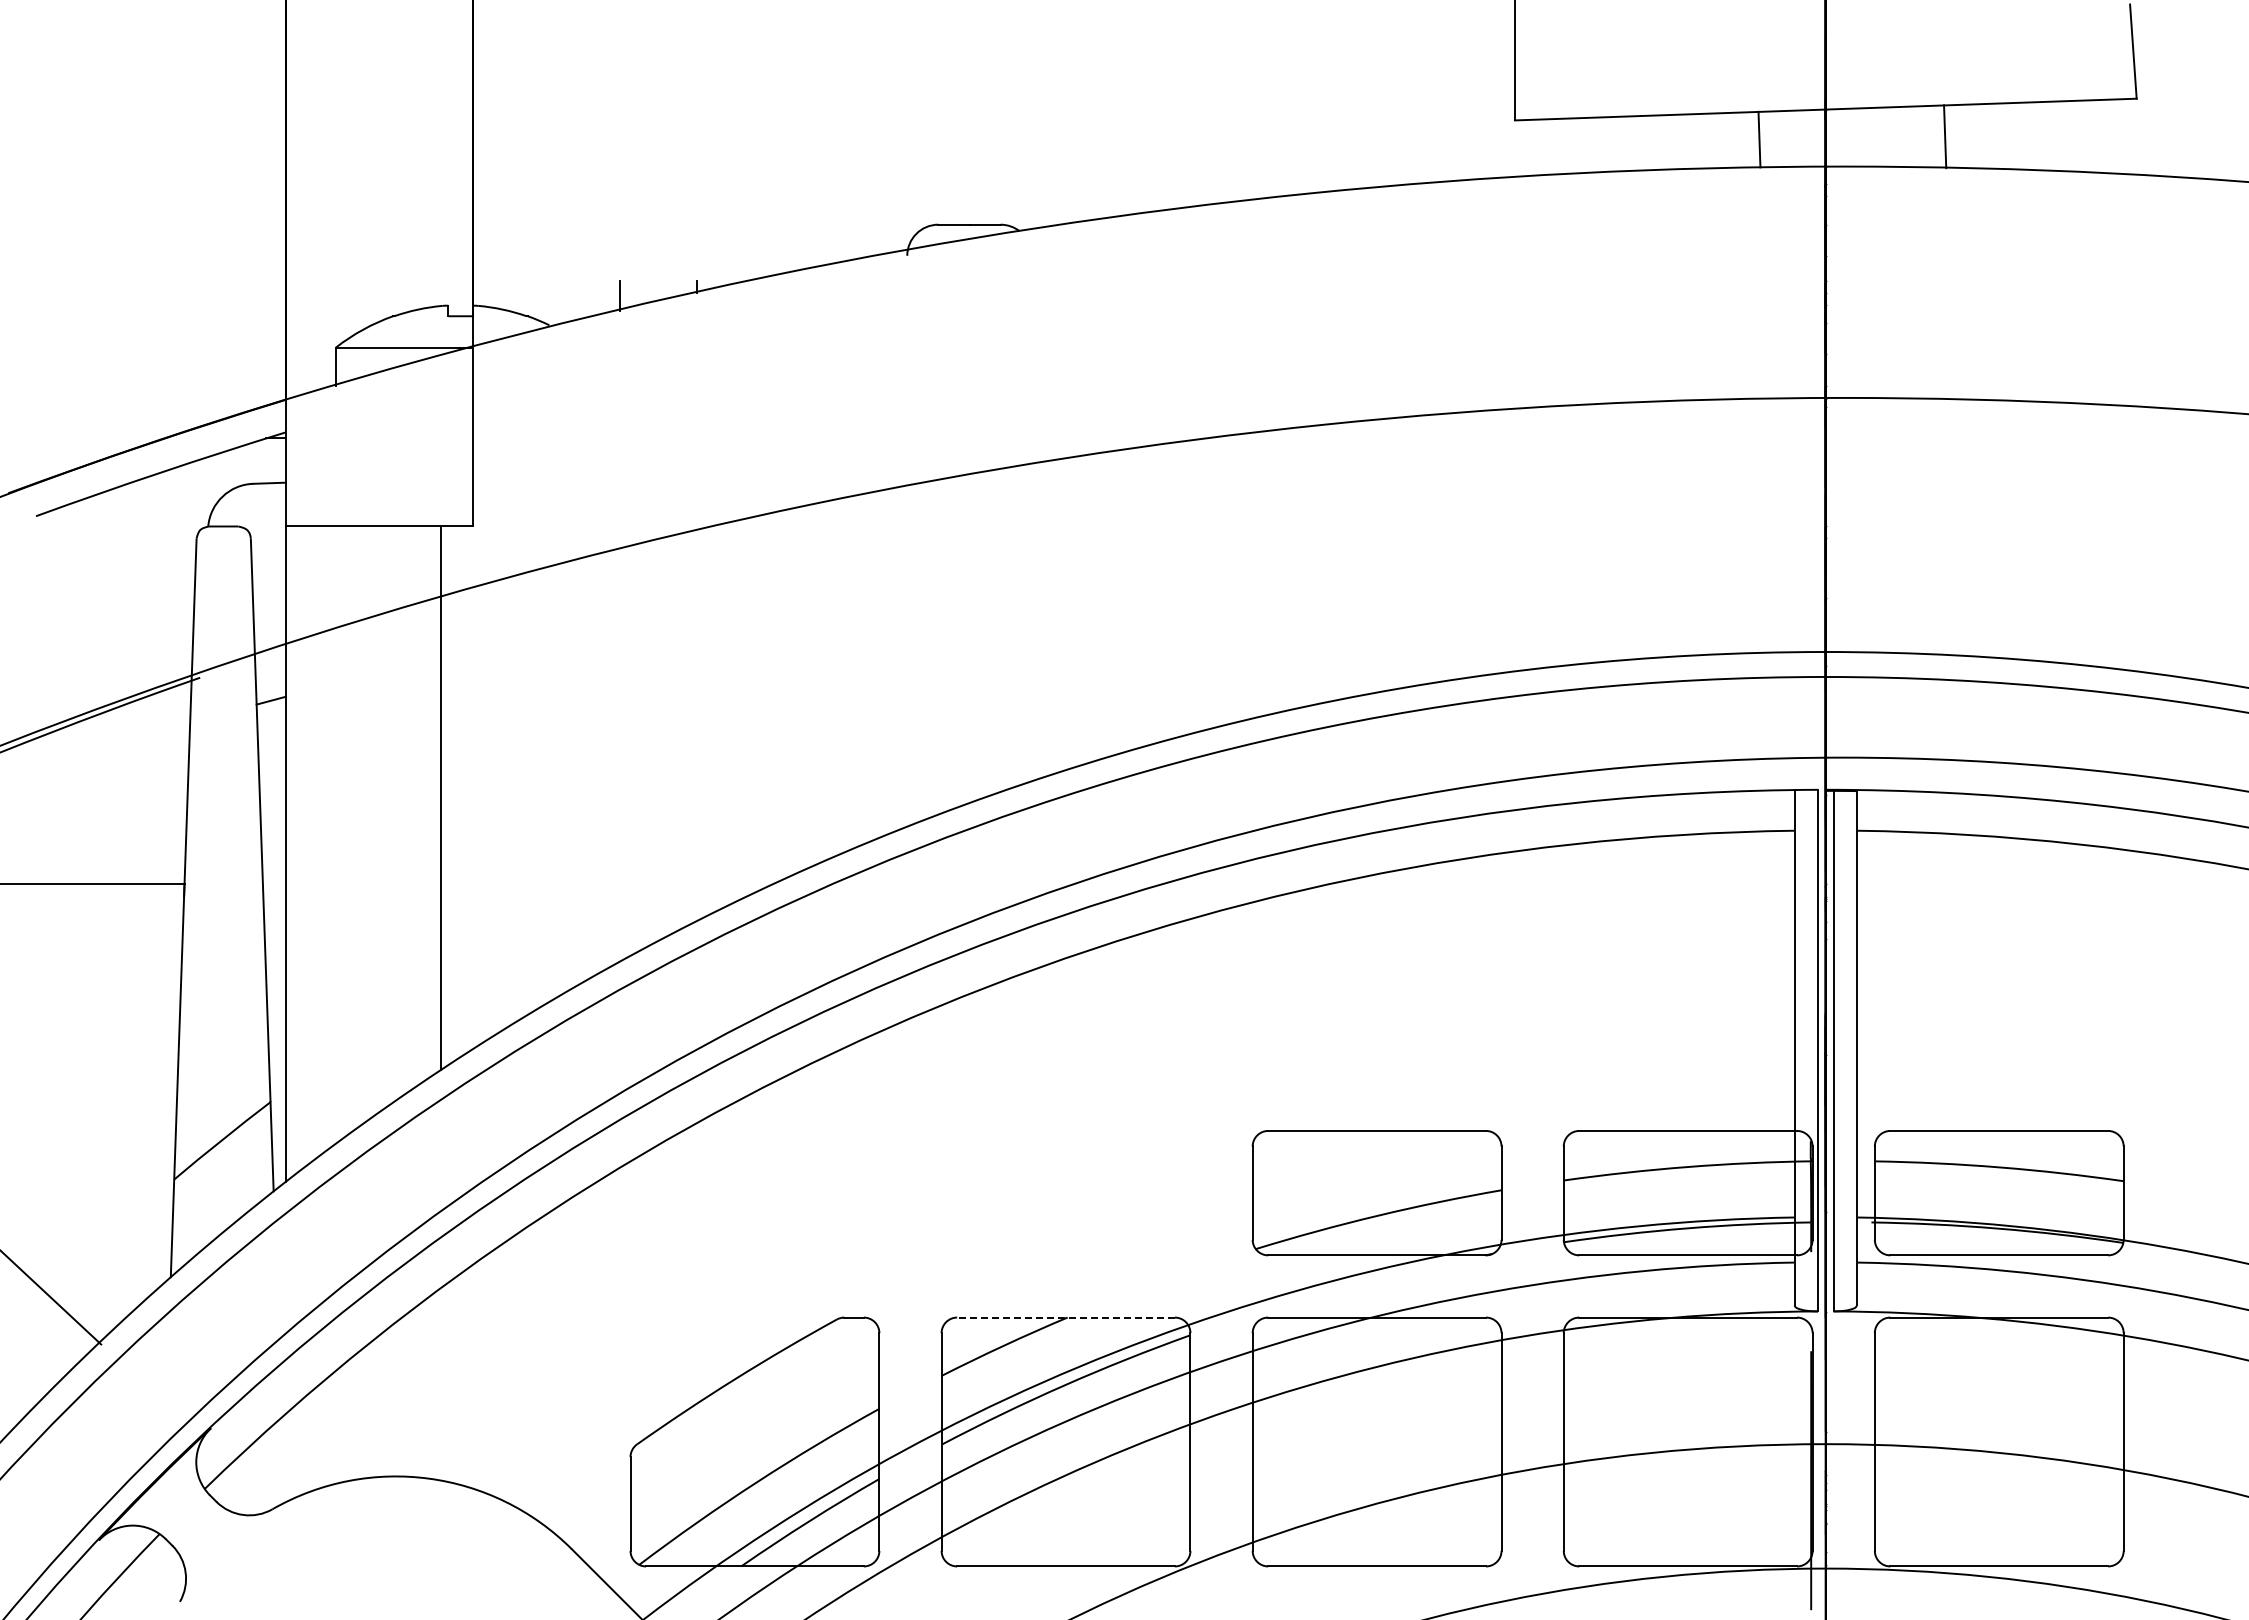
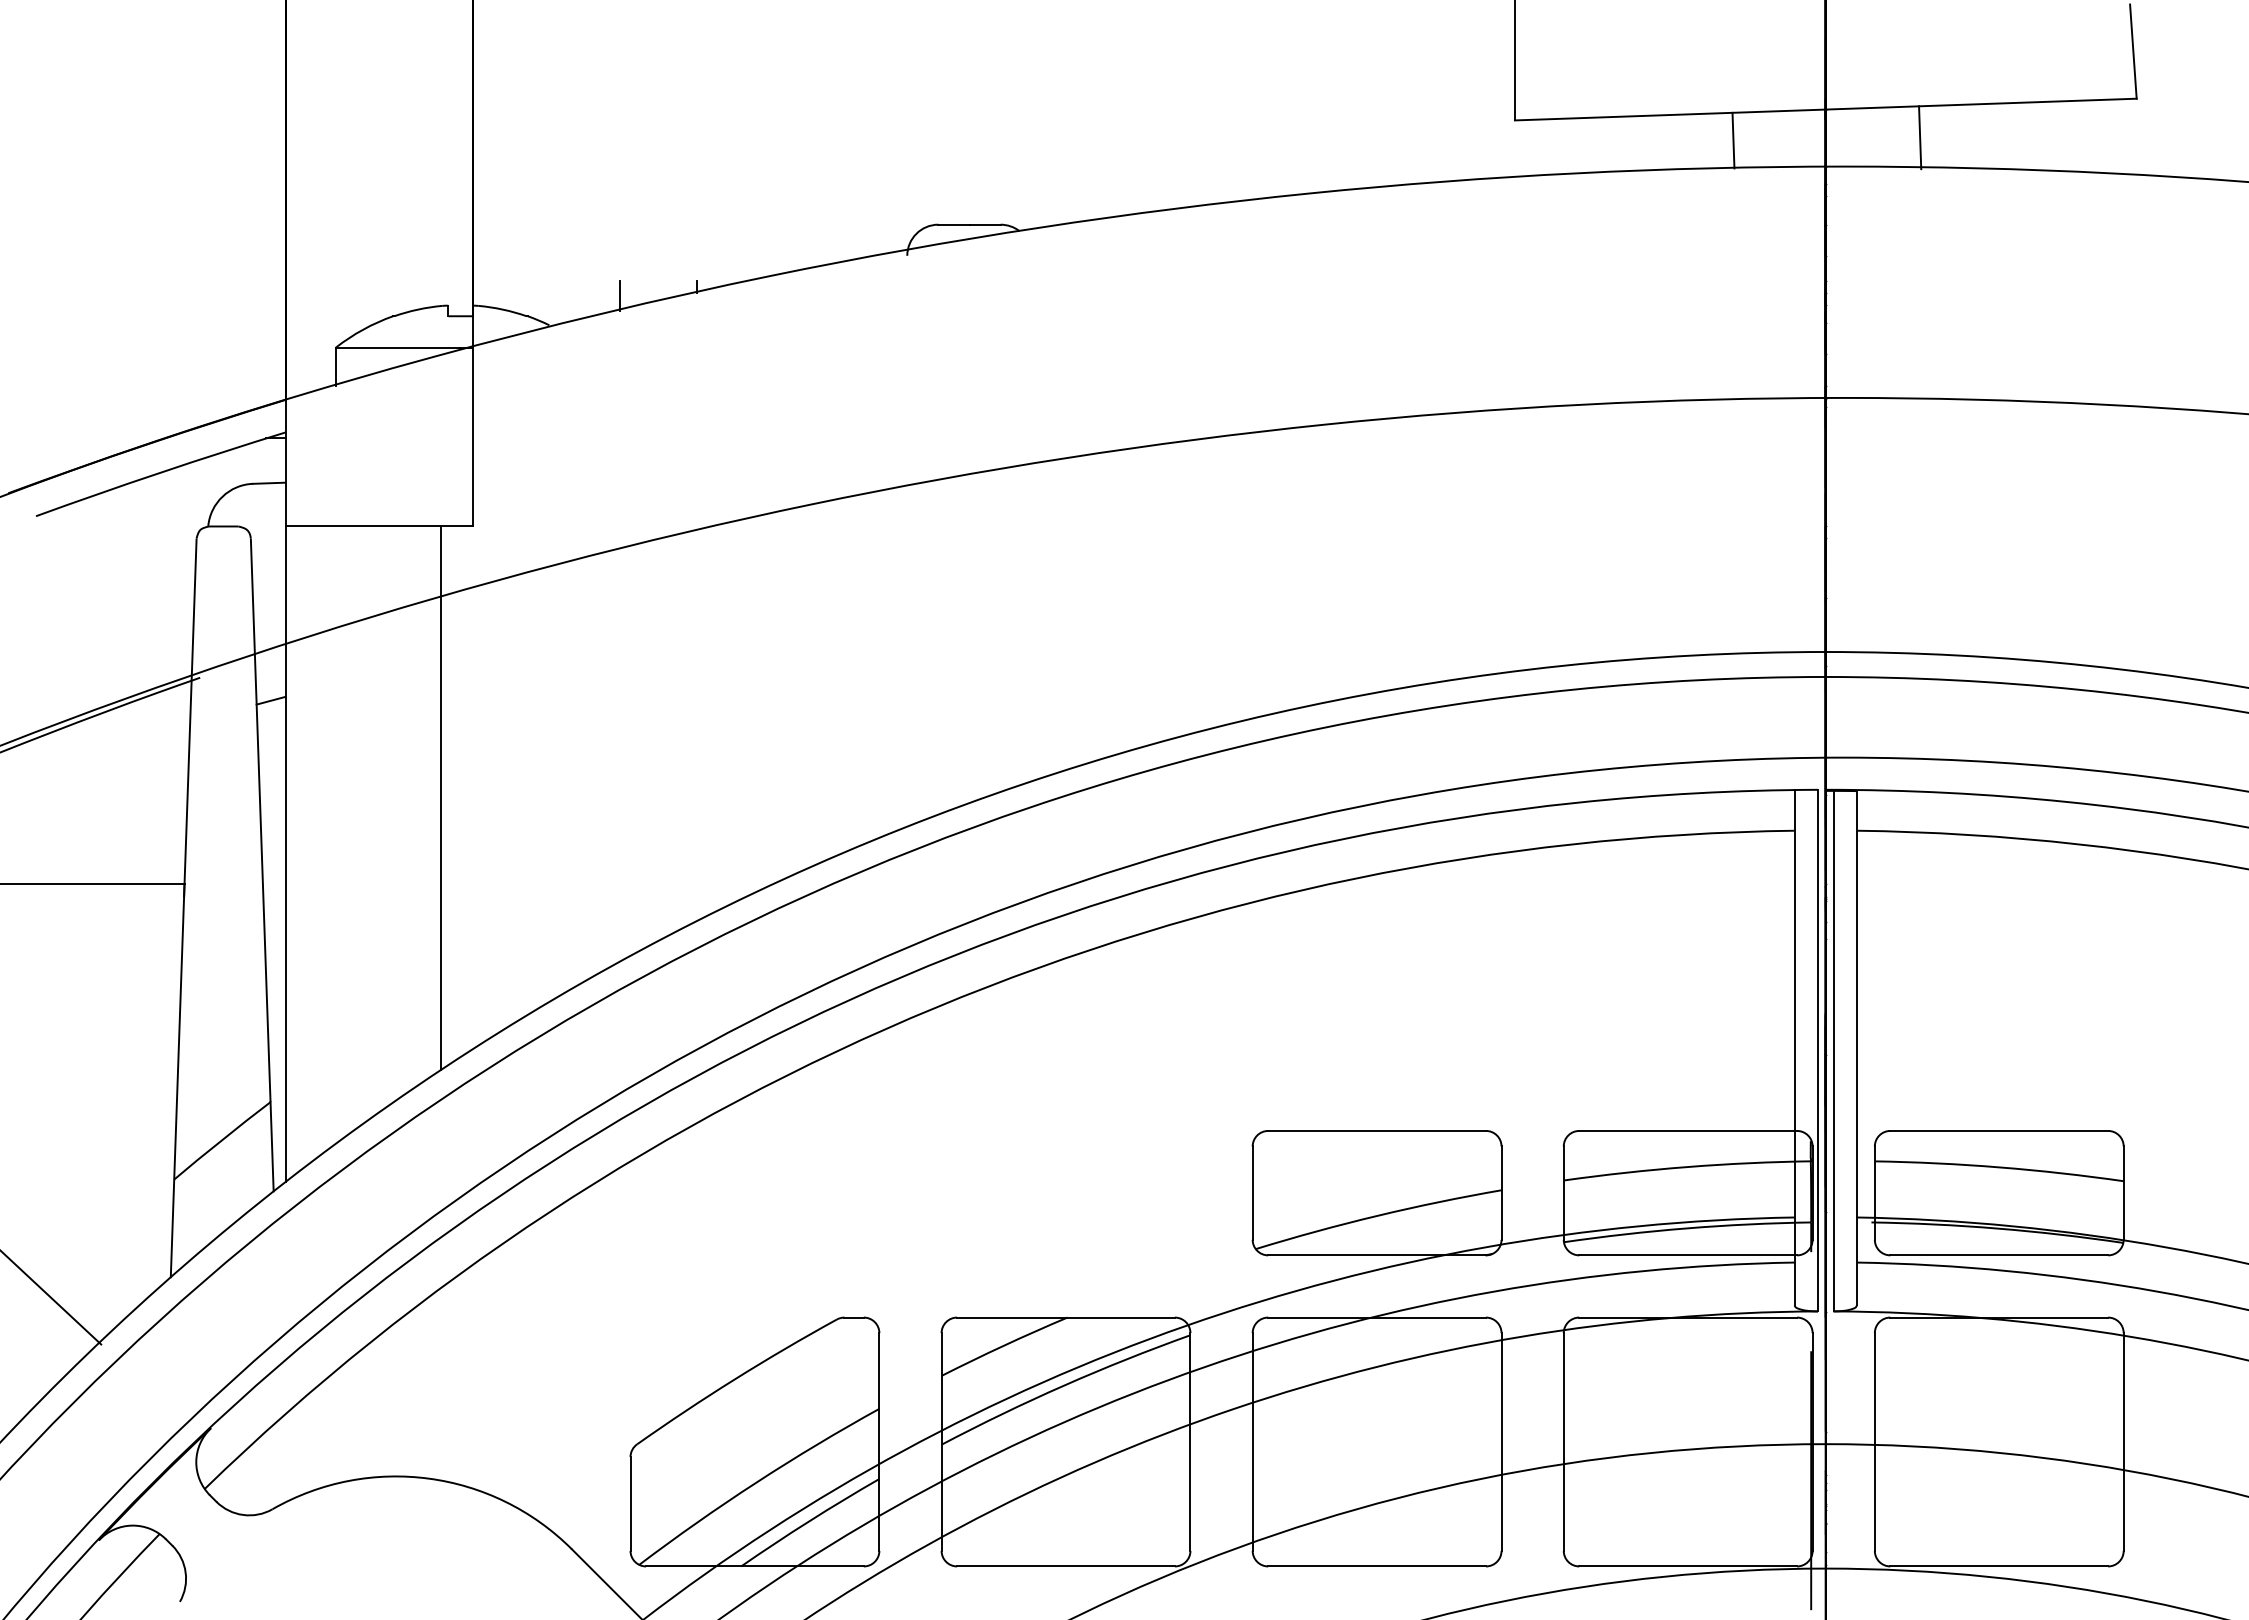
line at (1945, 136) position: (1945, 136) -> (1920, 137)
line at (1759, 139) position: (1759, 139) -> (1733, 140)
line at (1066, 1317): dashed -> solid
